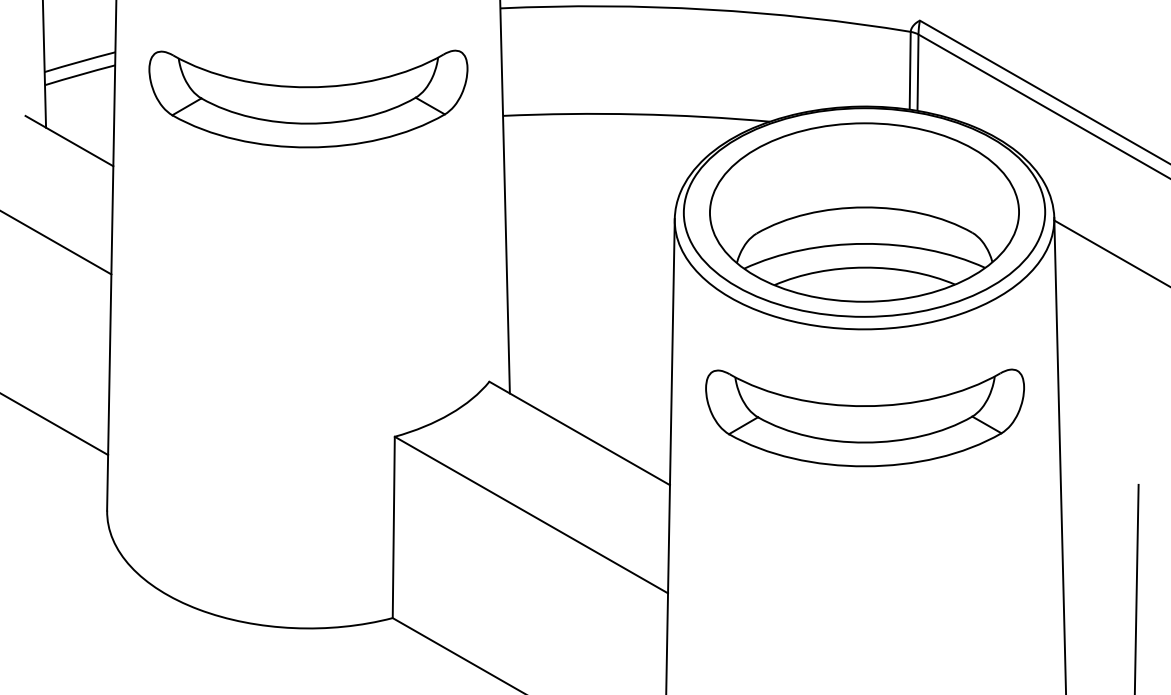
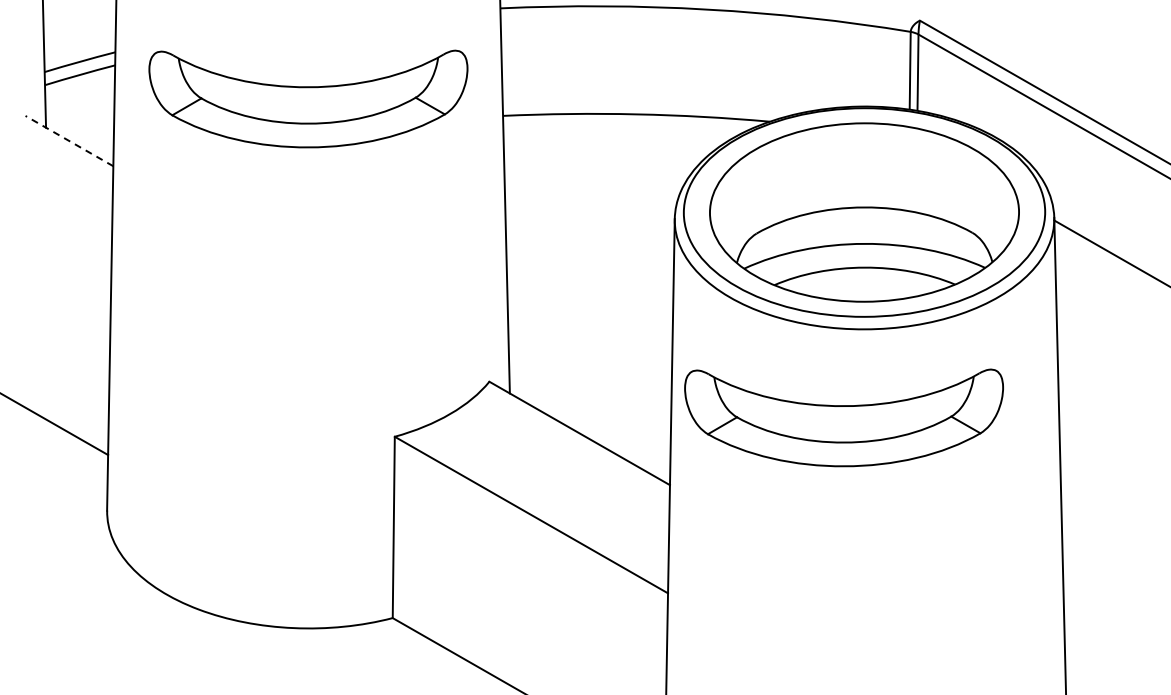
line at (69, 141): solid -> dashed
line at (56, 242): present -> none
part at (864, 417) position: (864, 417) -> (843, 417)
line at (1136, 587): present -> none
